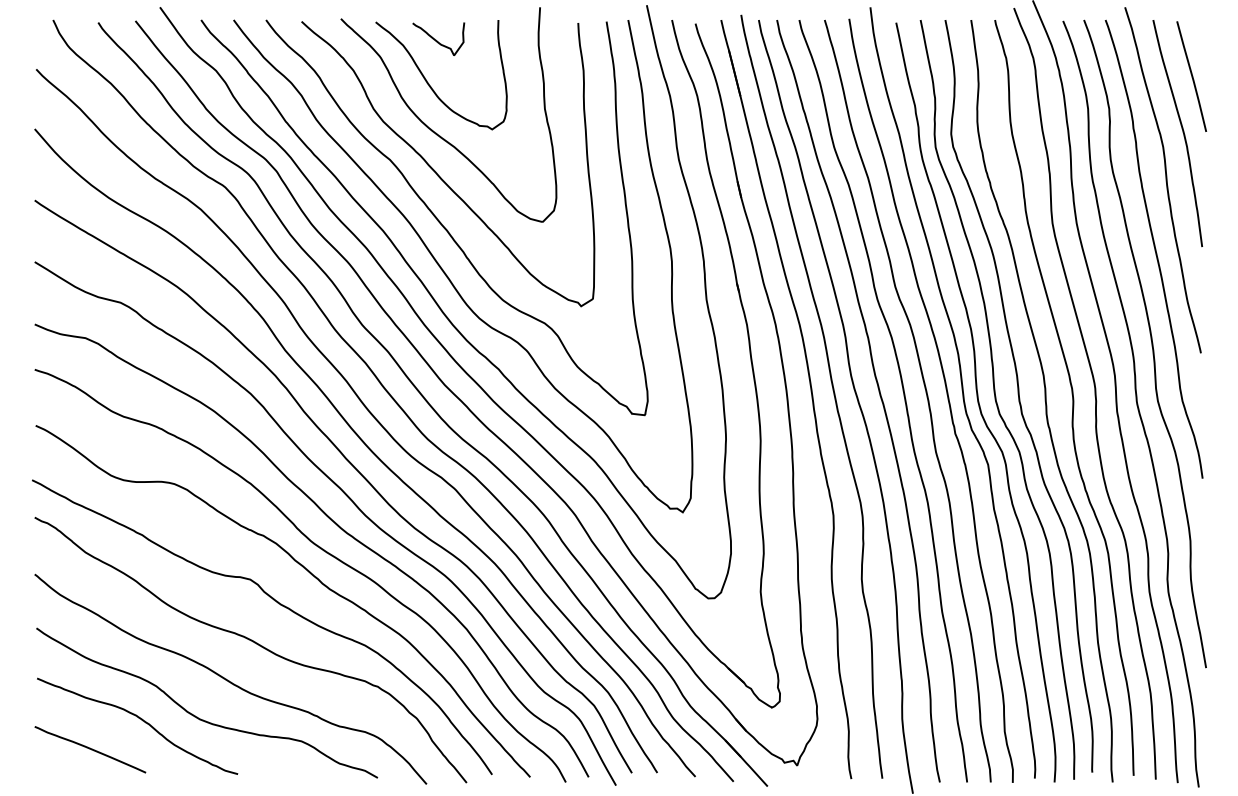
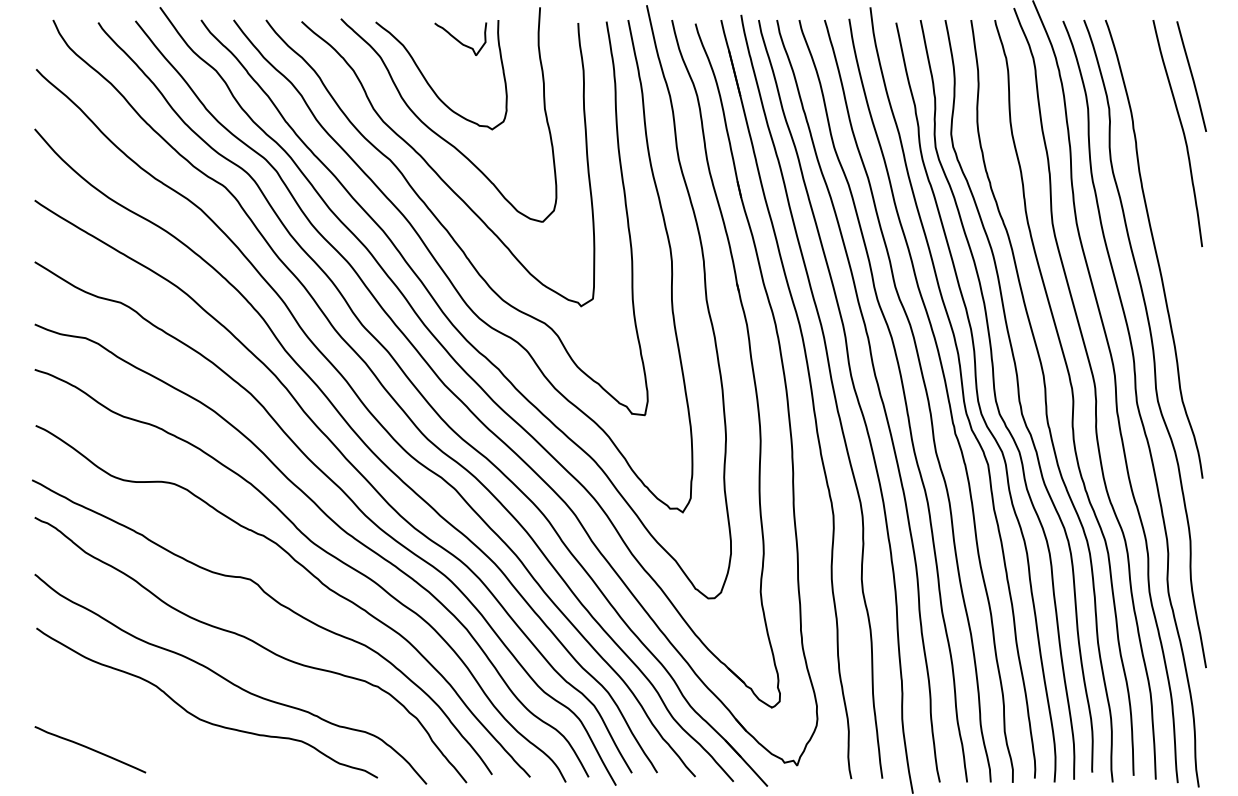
curve at (436, 39) position: (436, 39) -> (458, 39)
curve at (1165, 180): present -> none
curve at (141, 720): present -> none
